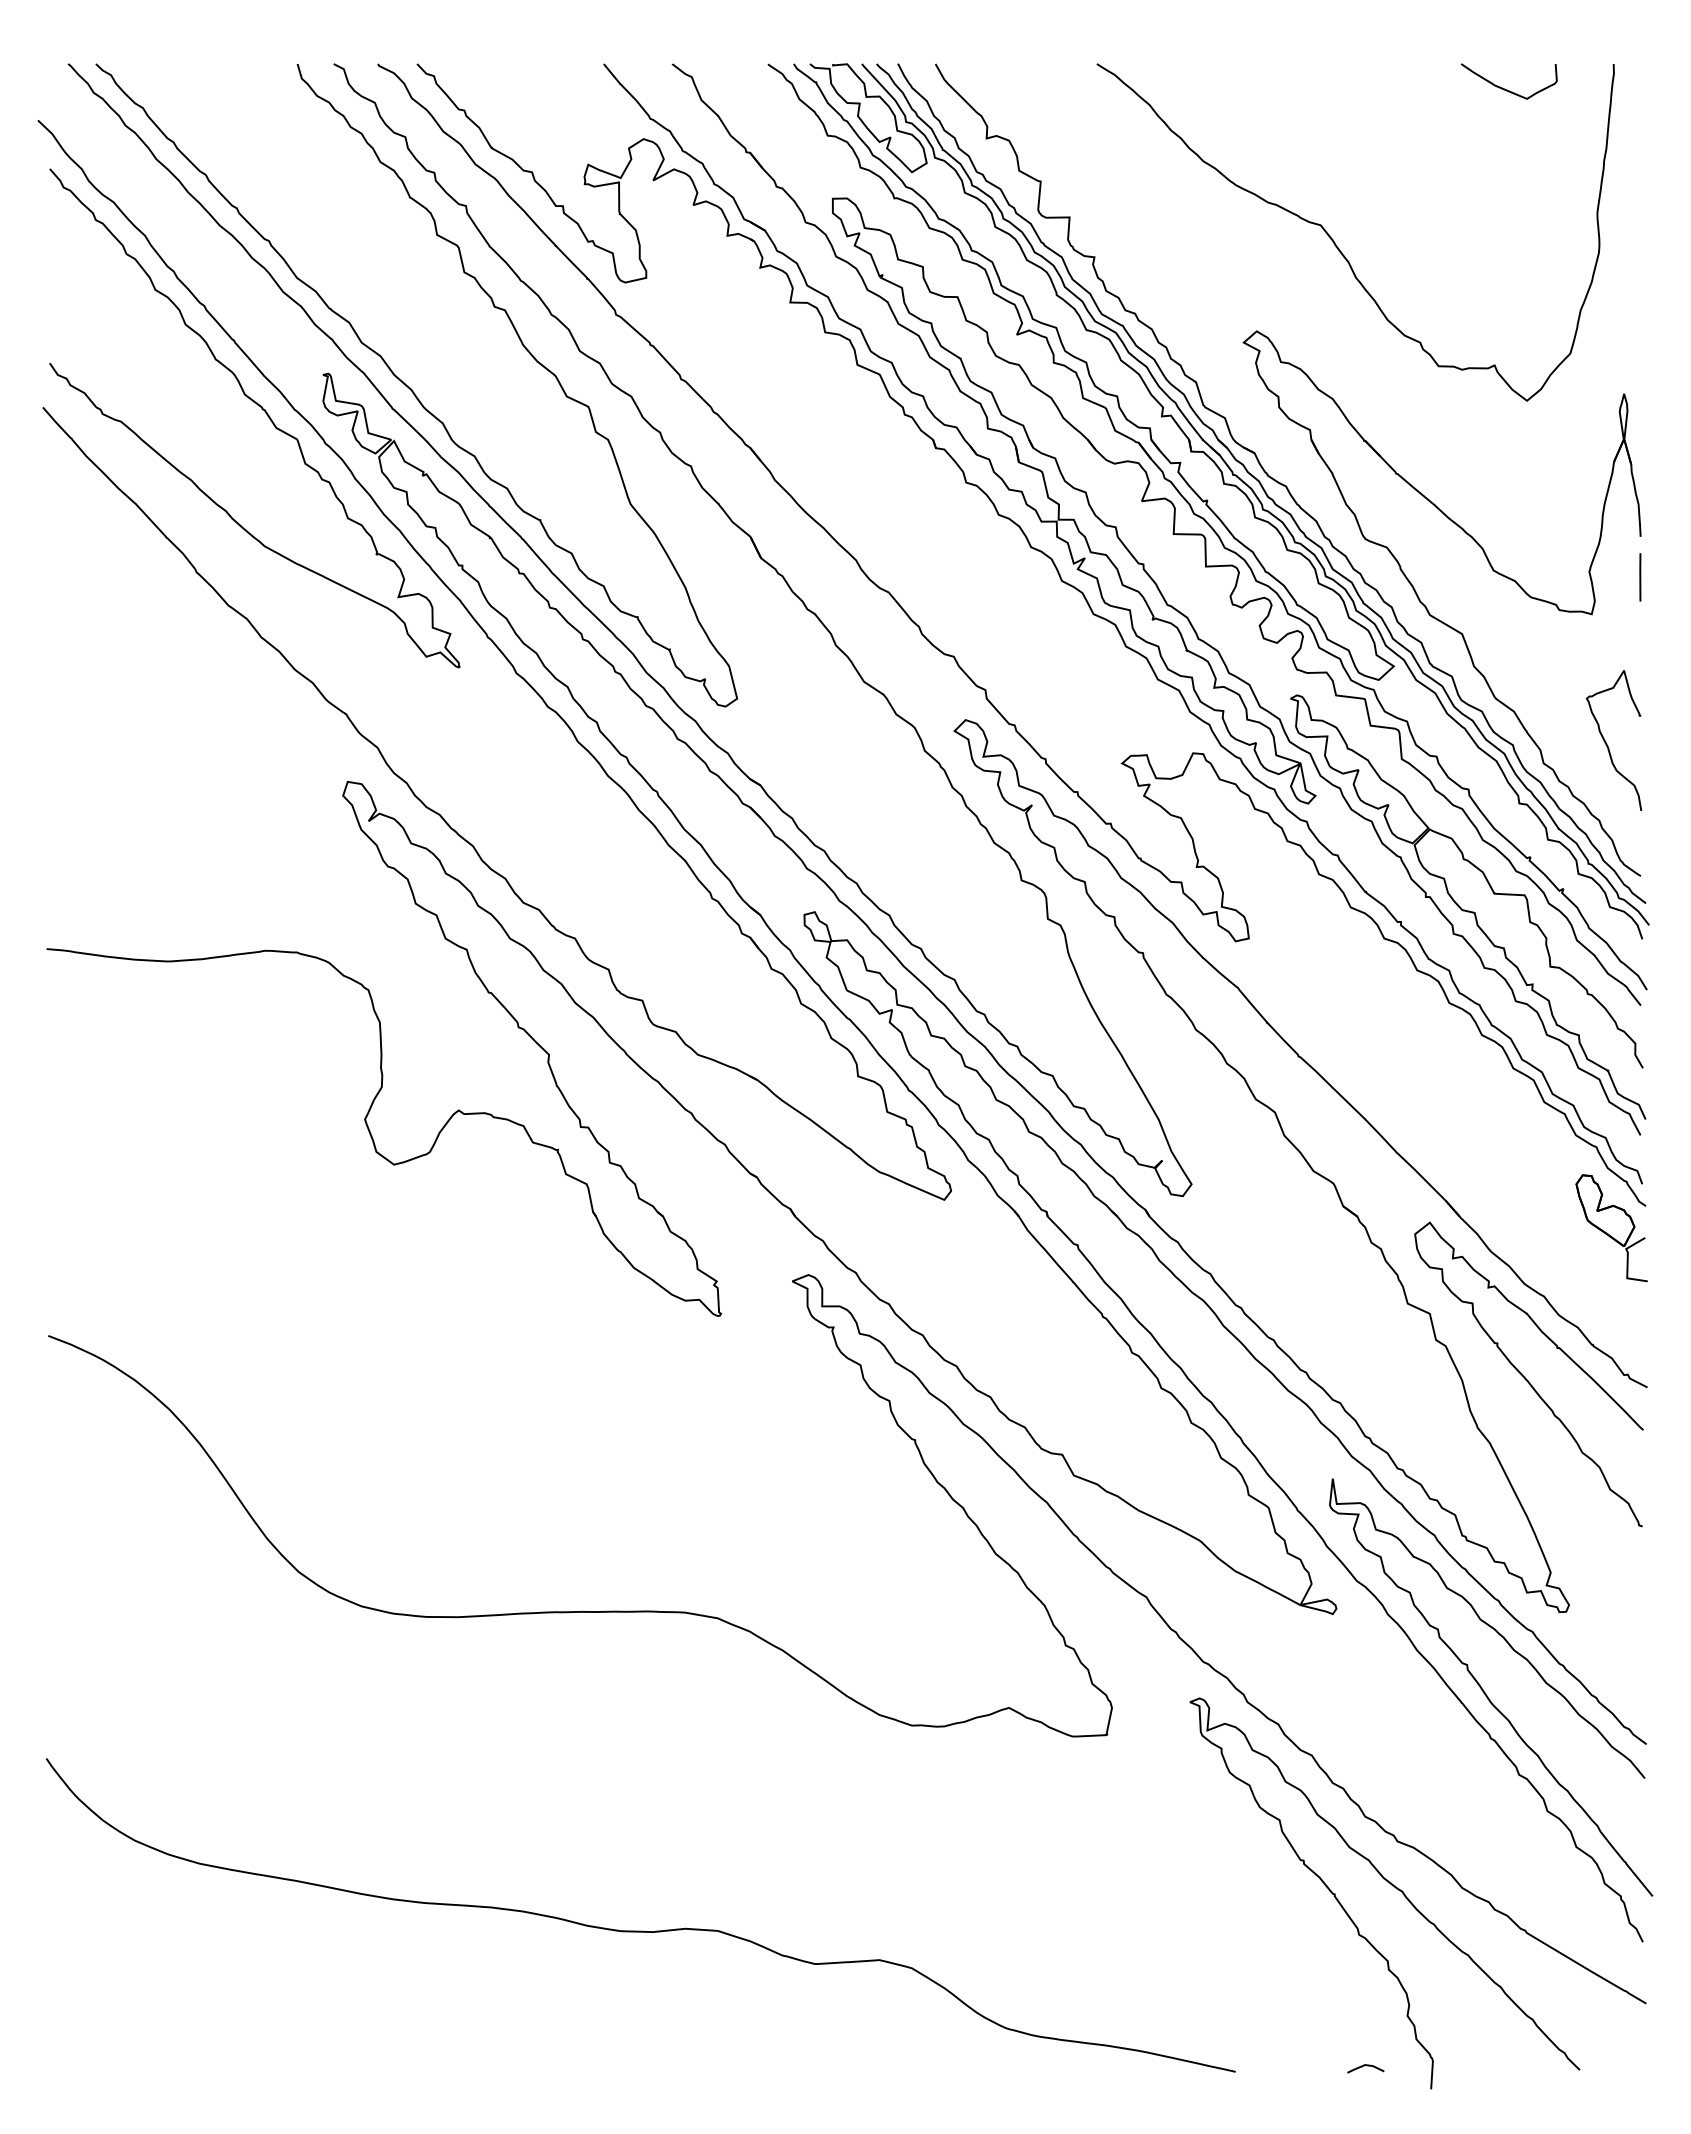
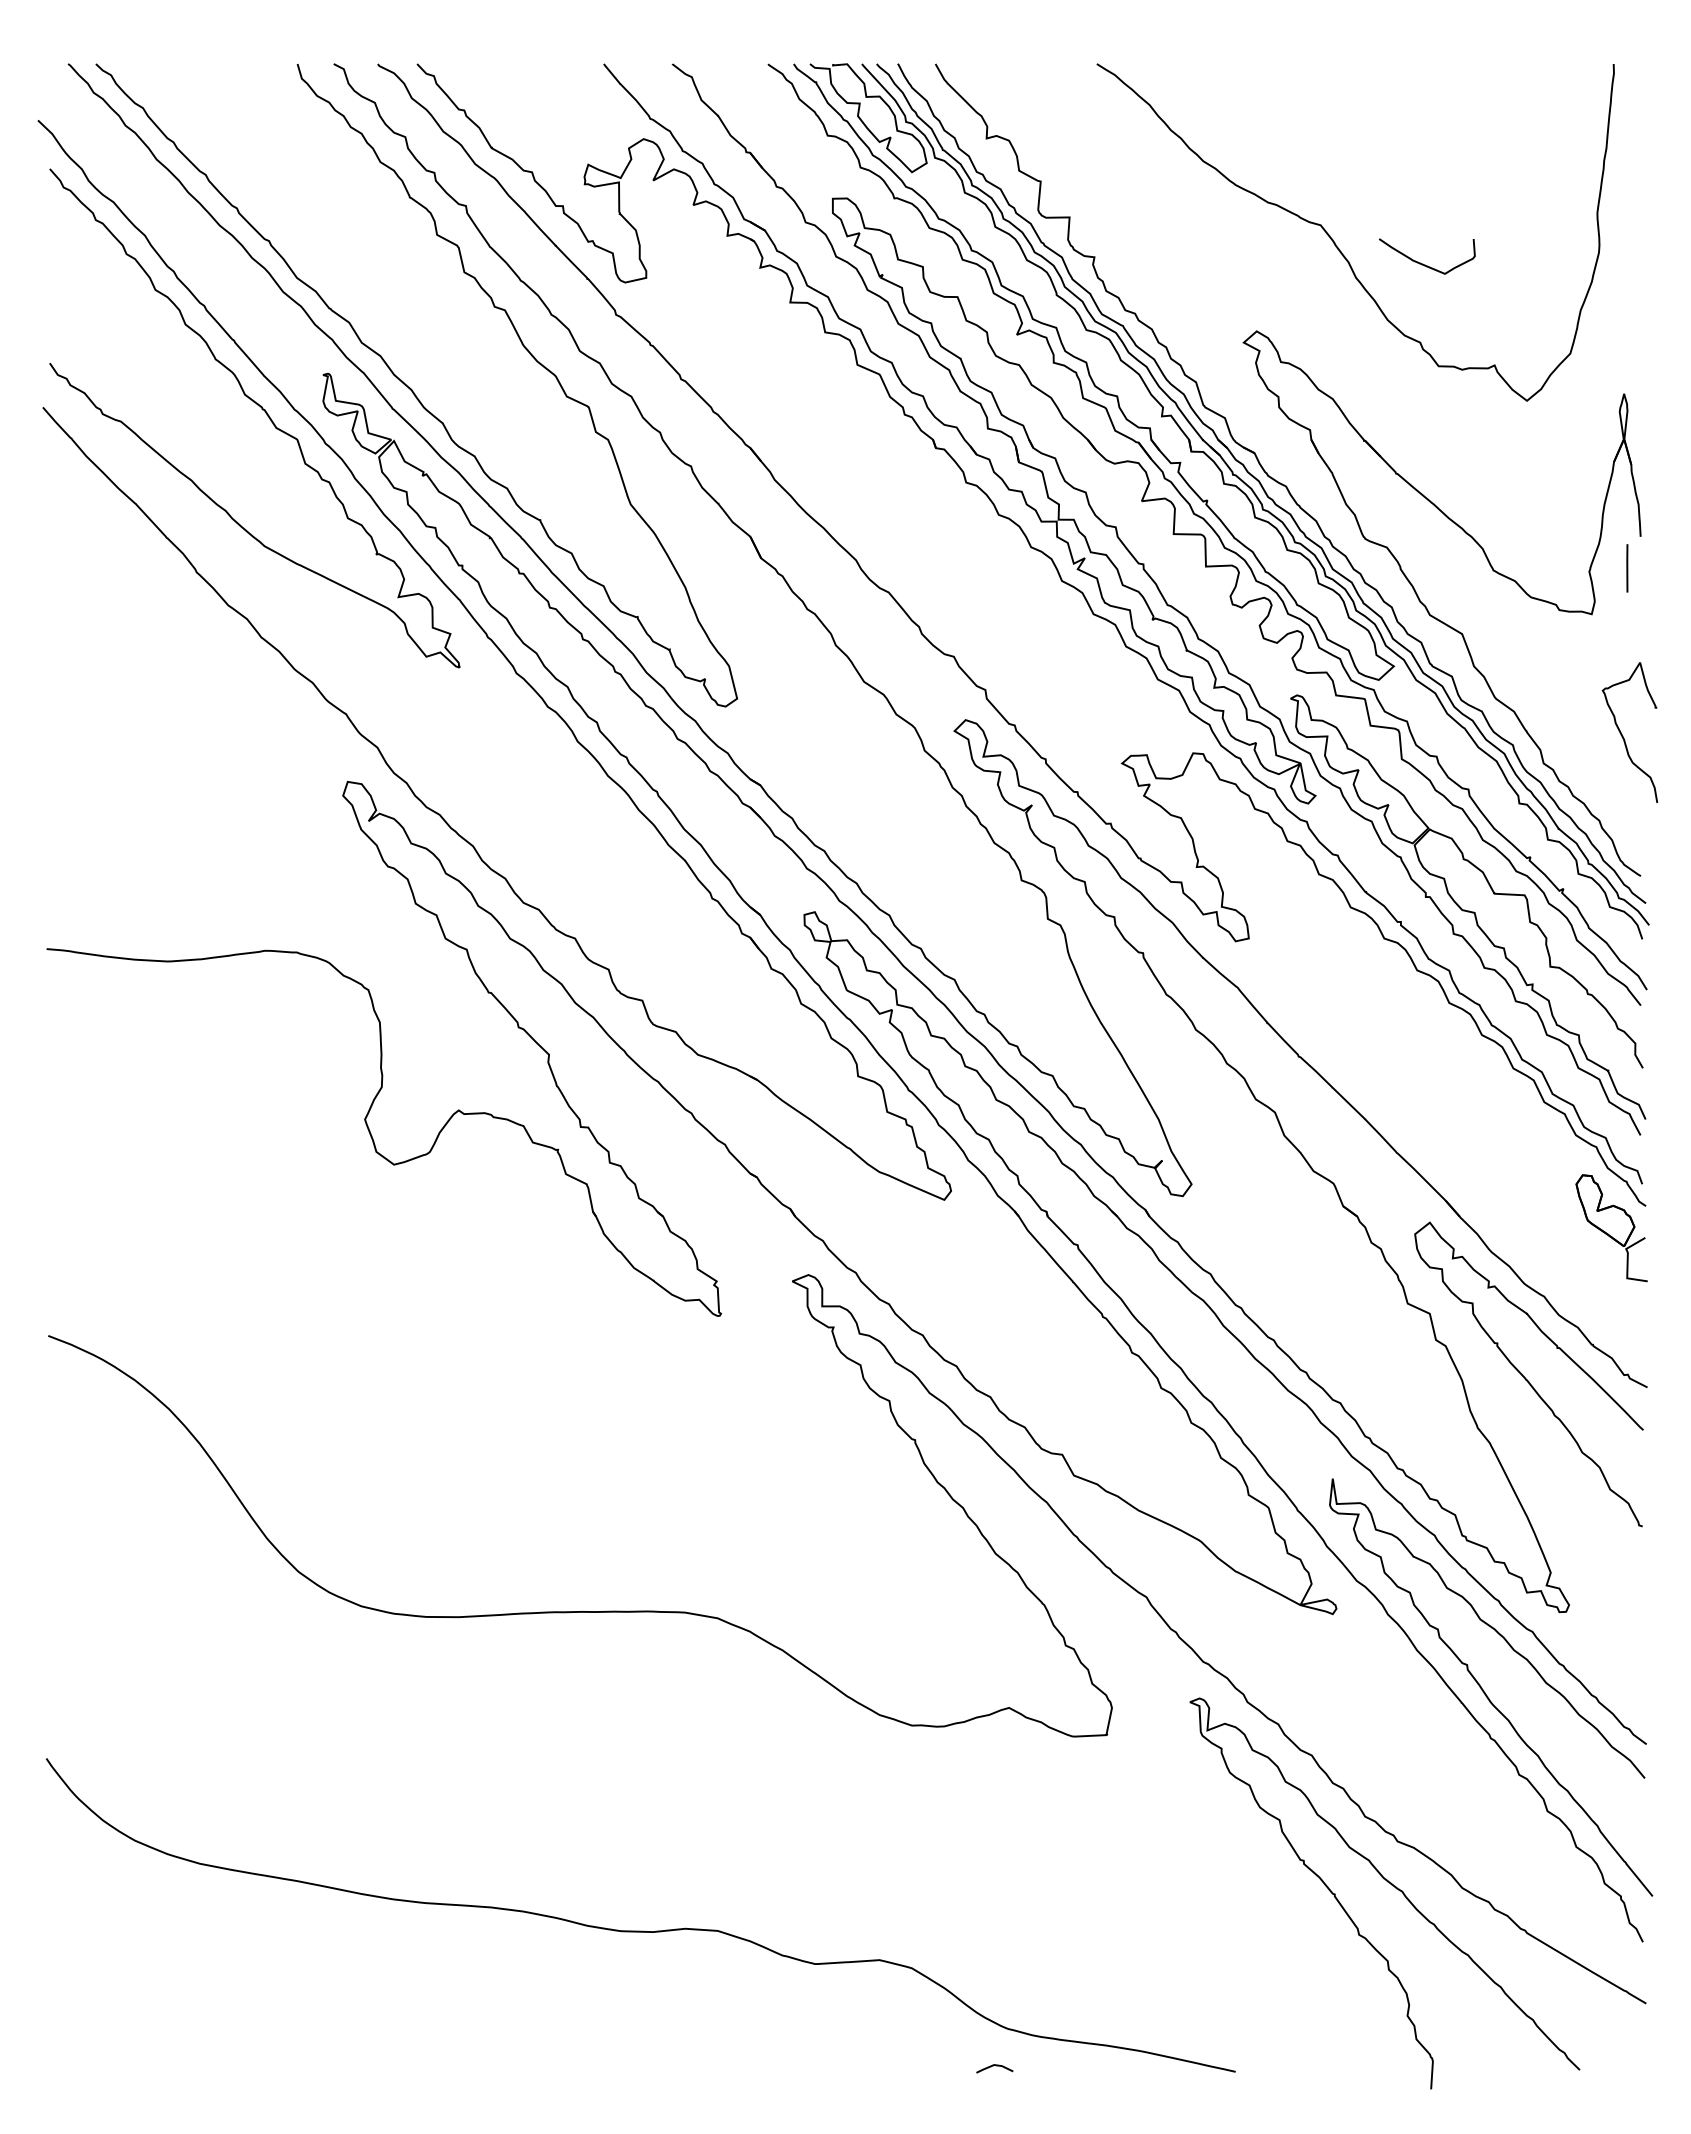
curve at (1505, 88) position: (1505, 88) -> (1423, 263)
line at (1640, 577) position: (1640, 577) -> (1627, 568)
curve at (1607, 744) position: (1607, 744) -> (1623, 736)
line at (1364, 2066) position: (1364, 2066) -> (993, 2066)
